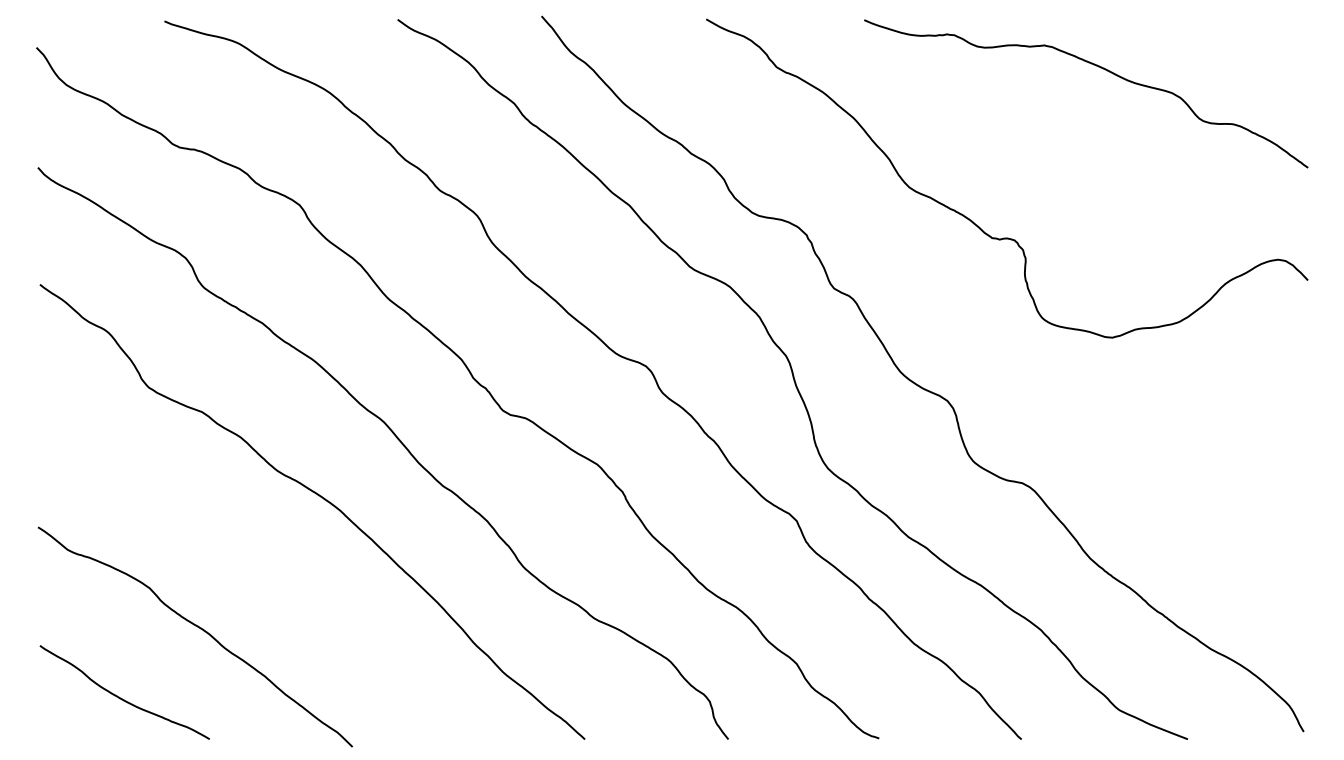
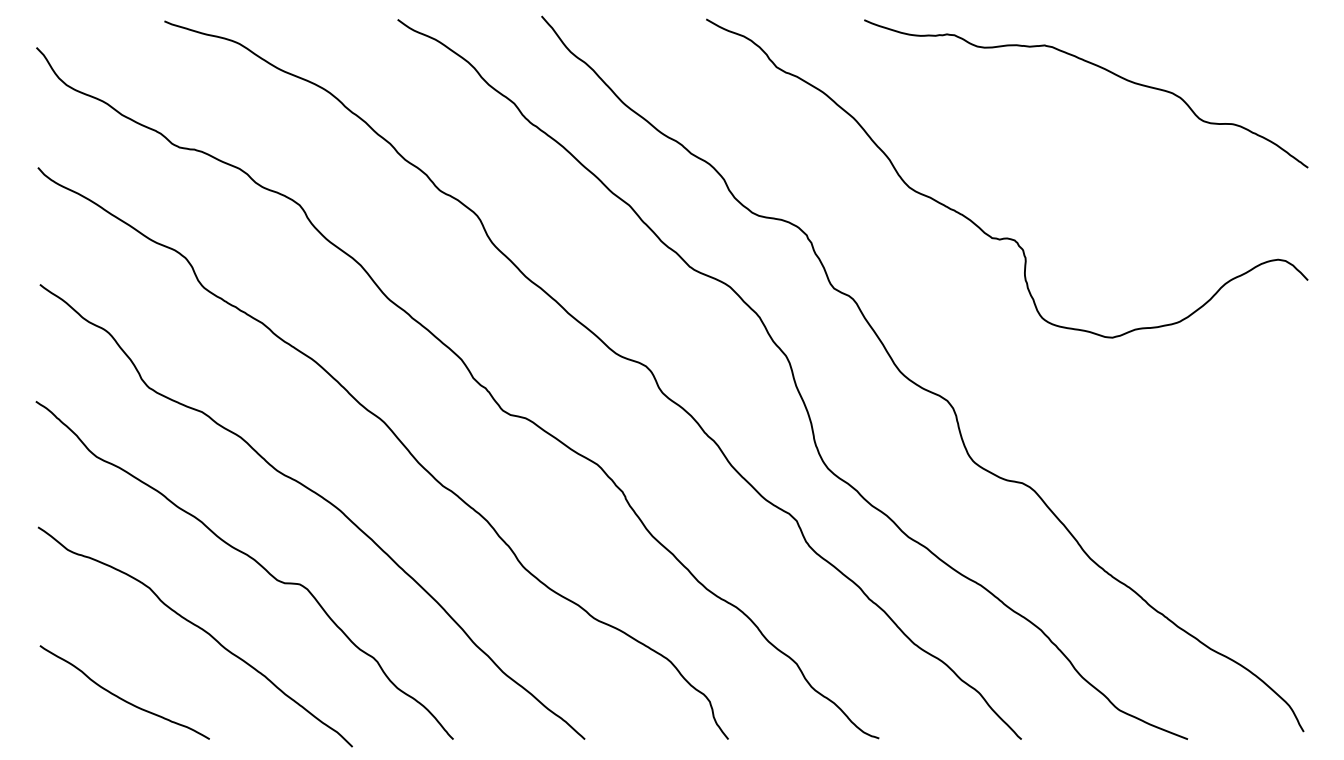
curve at (250, 558): none -> present
